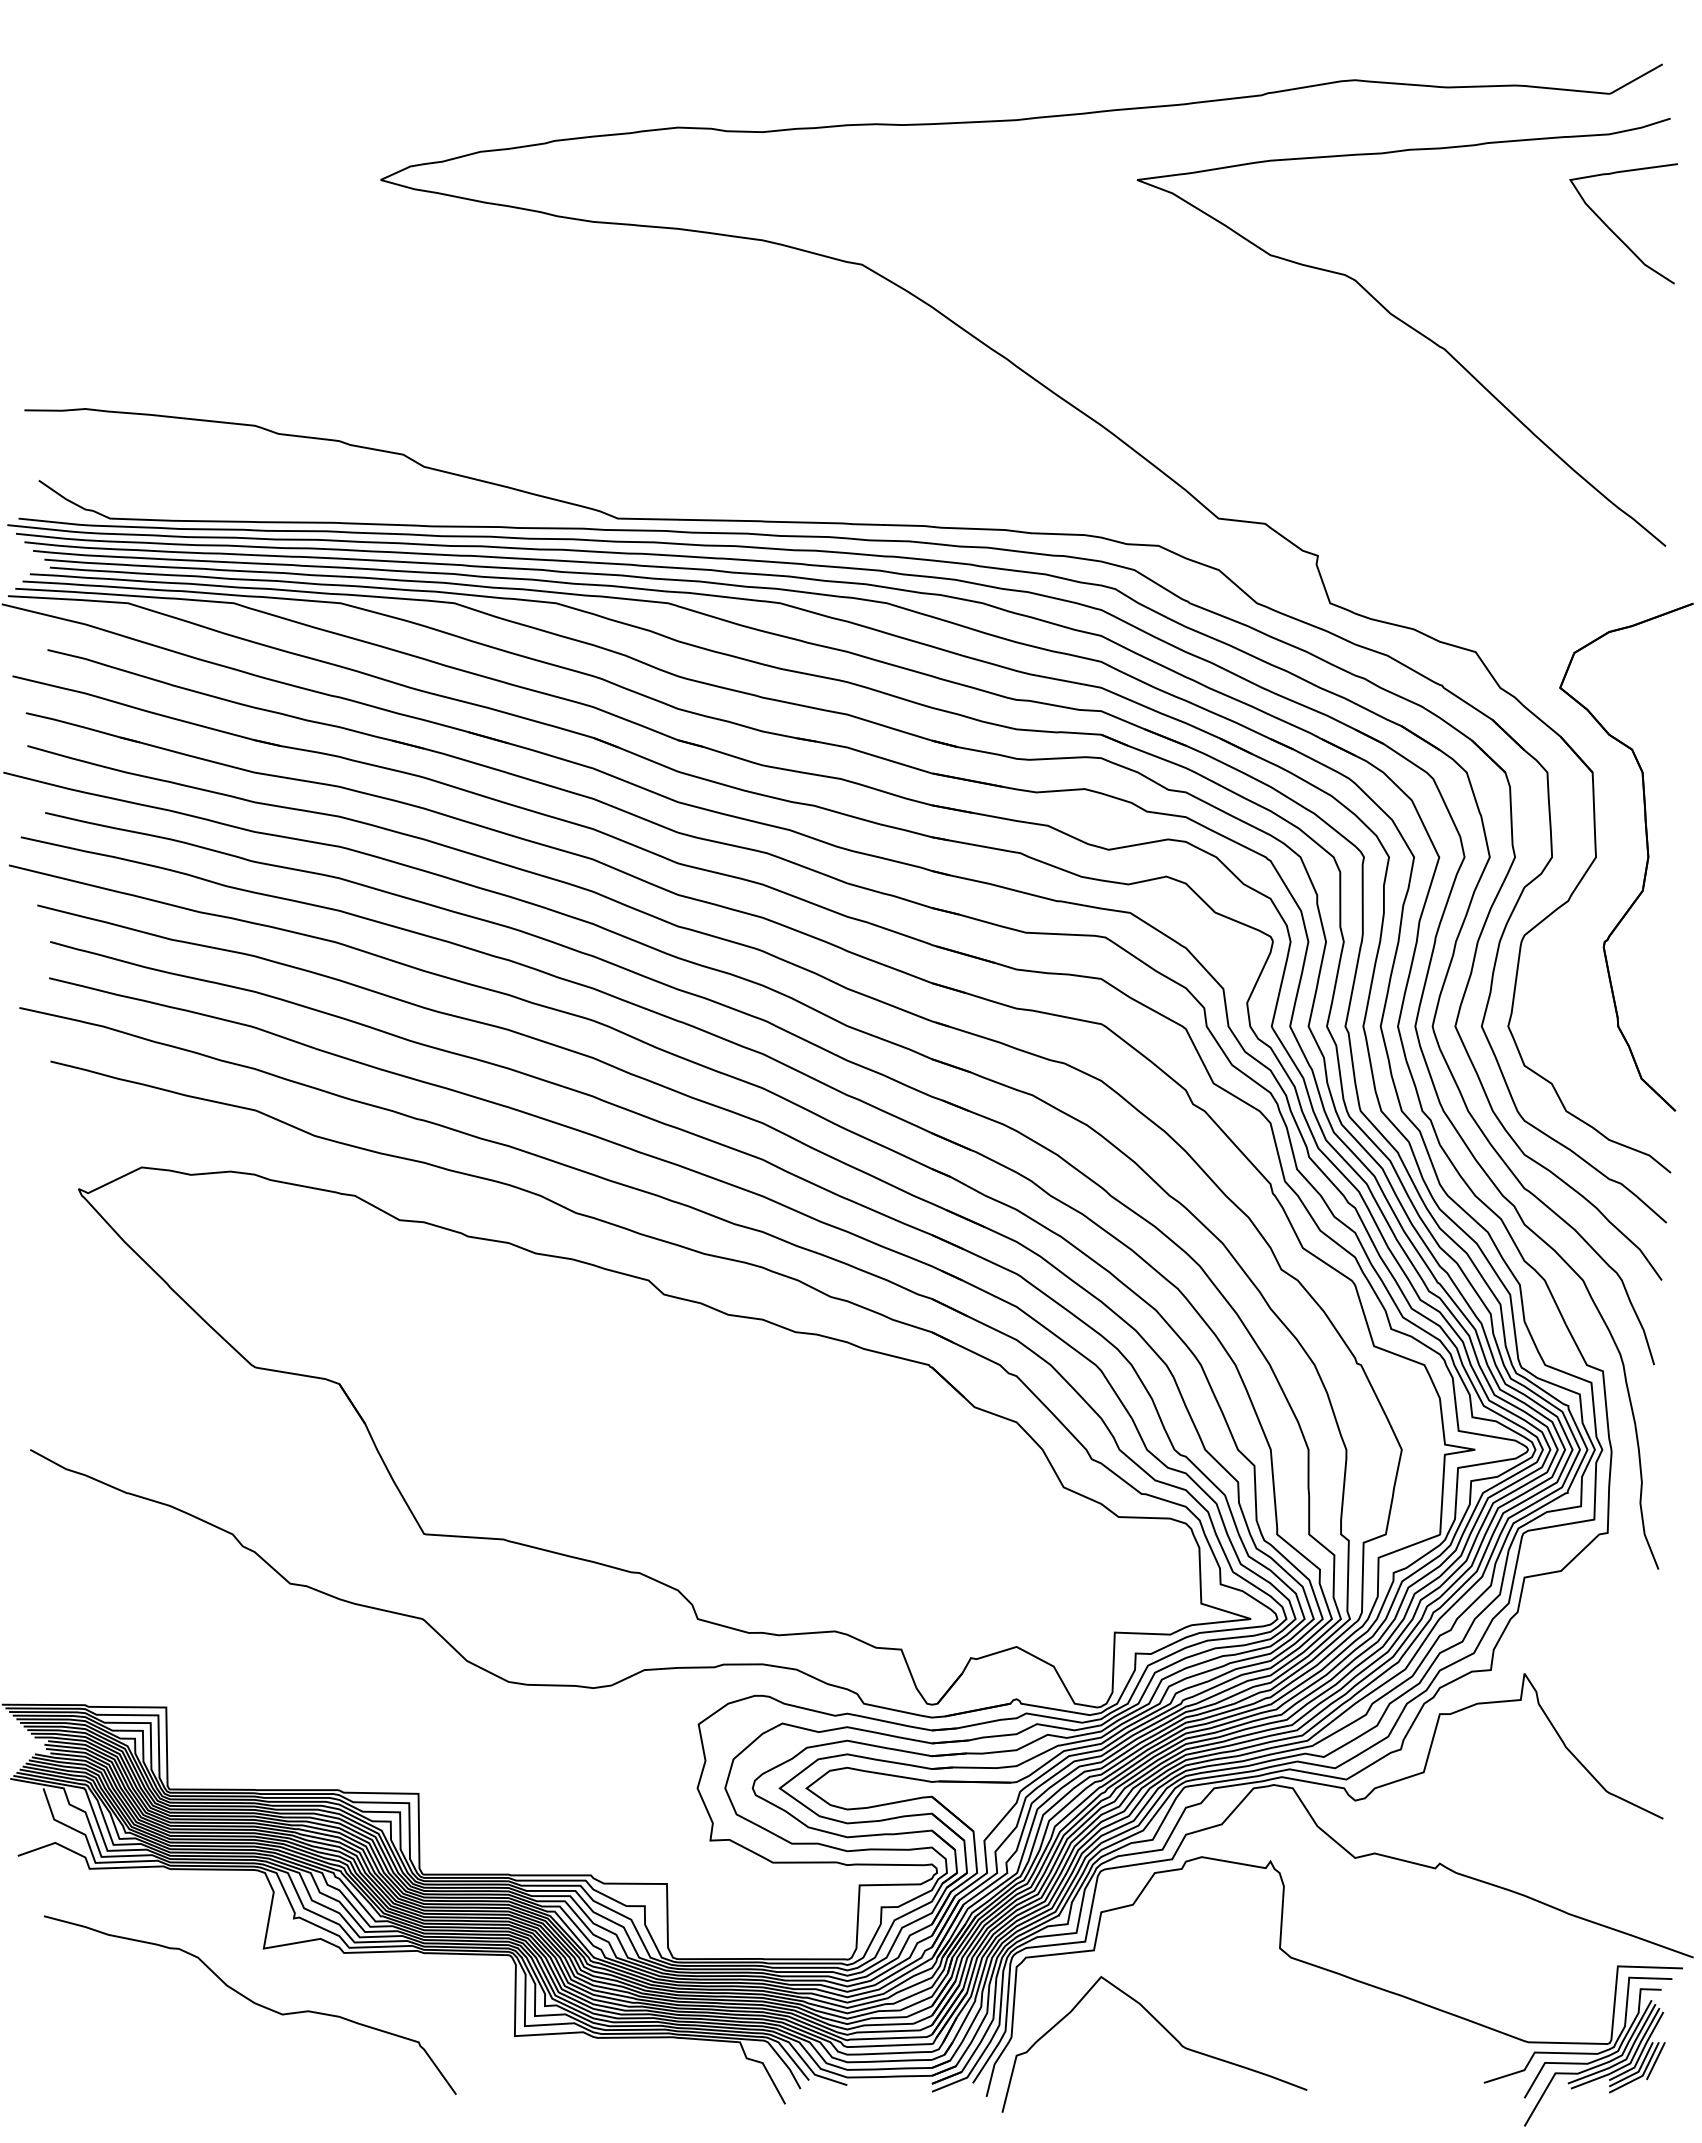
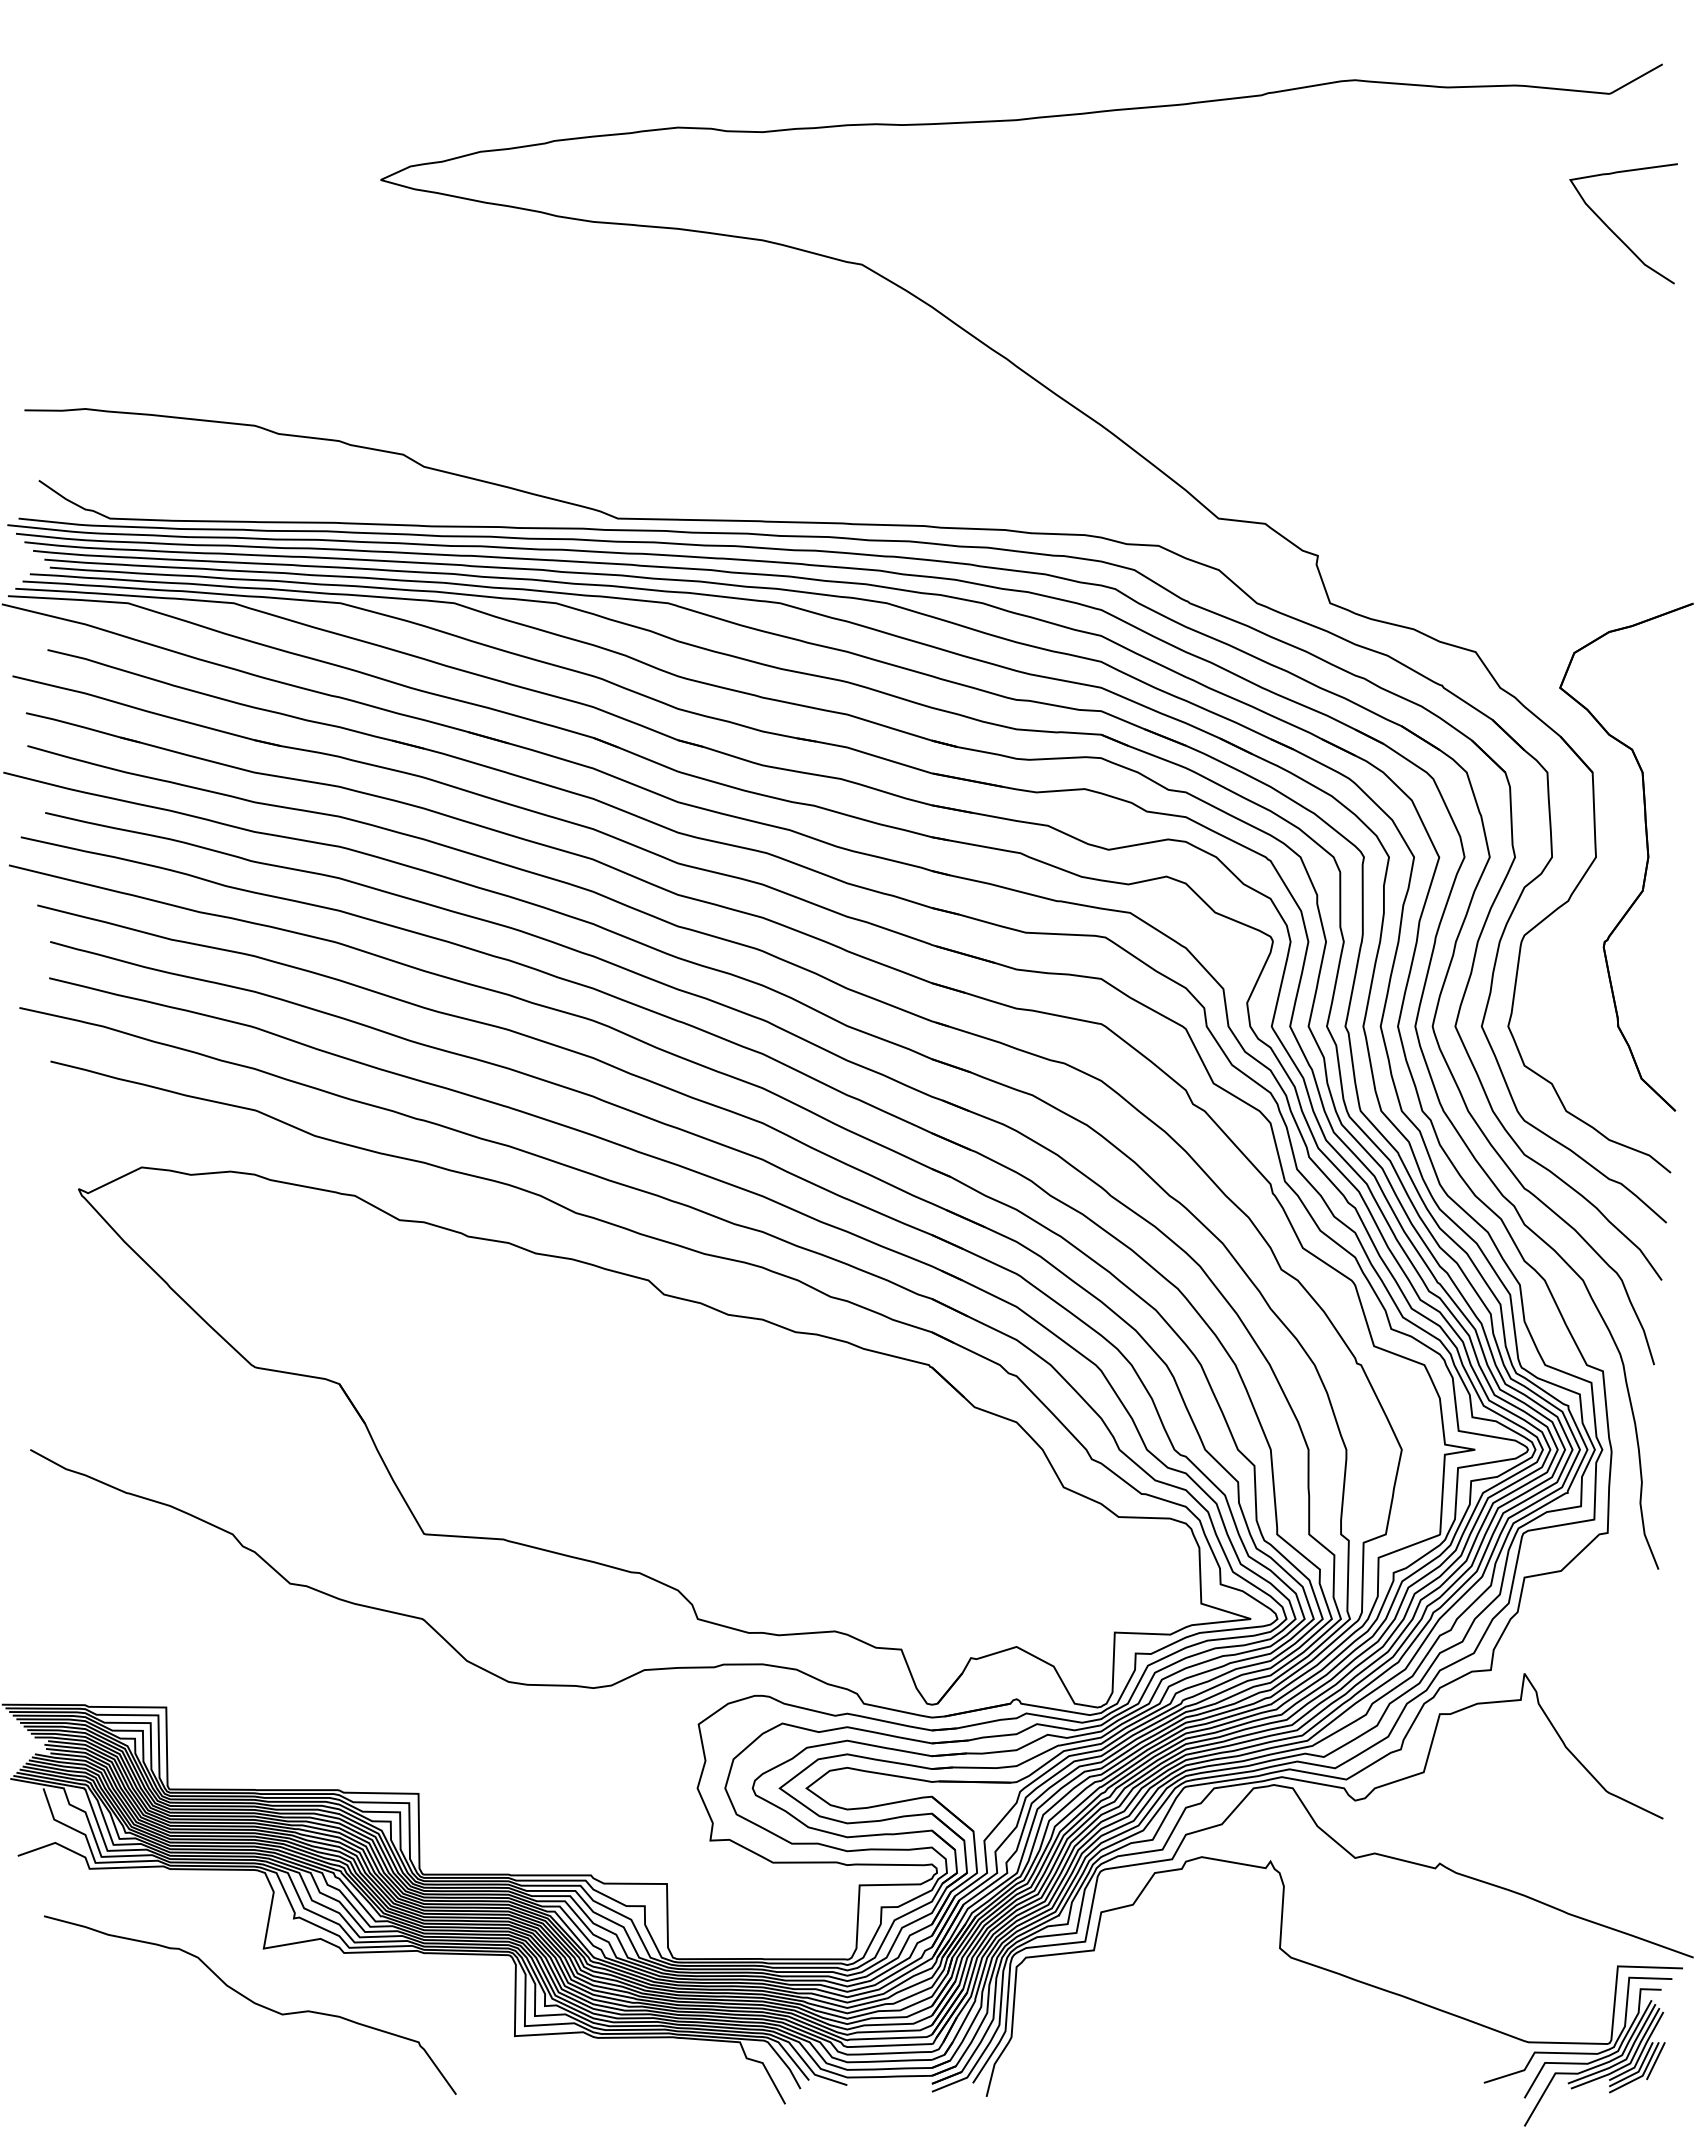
curve at (1407, 326): present -> none
curve at (1166, 2031): present -> none
